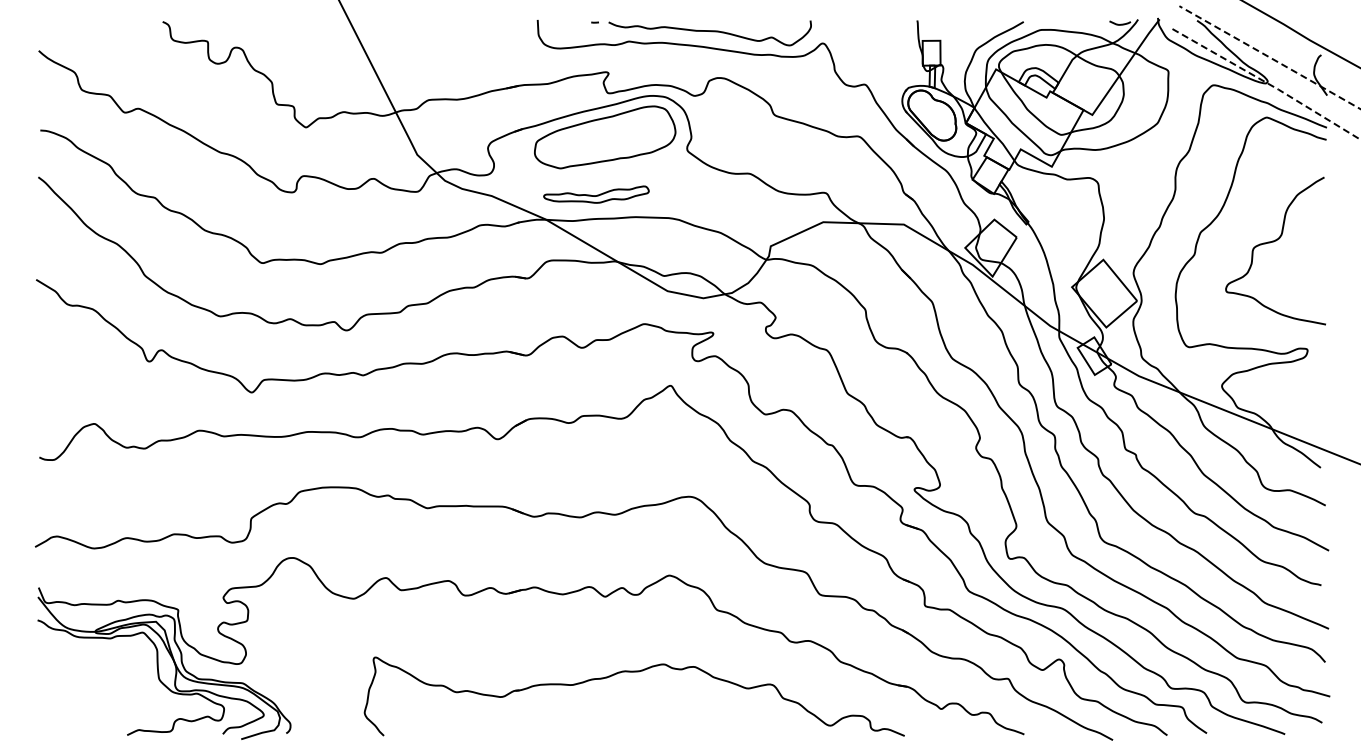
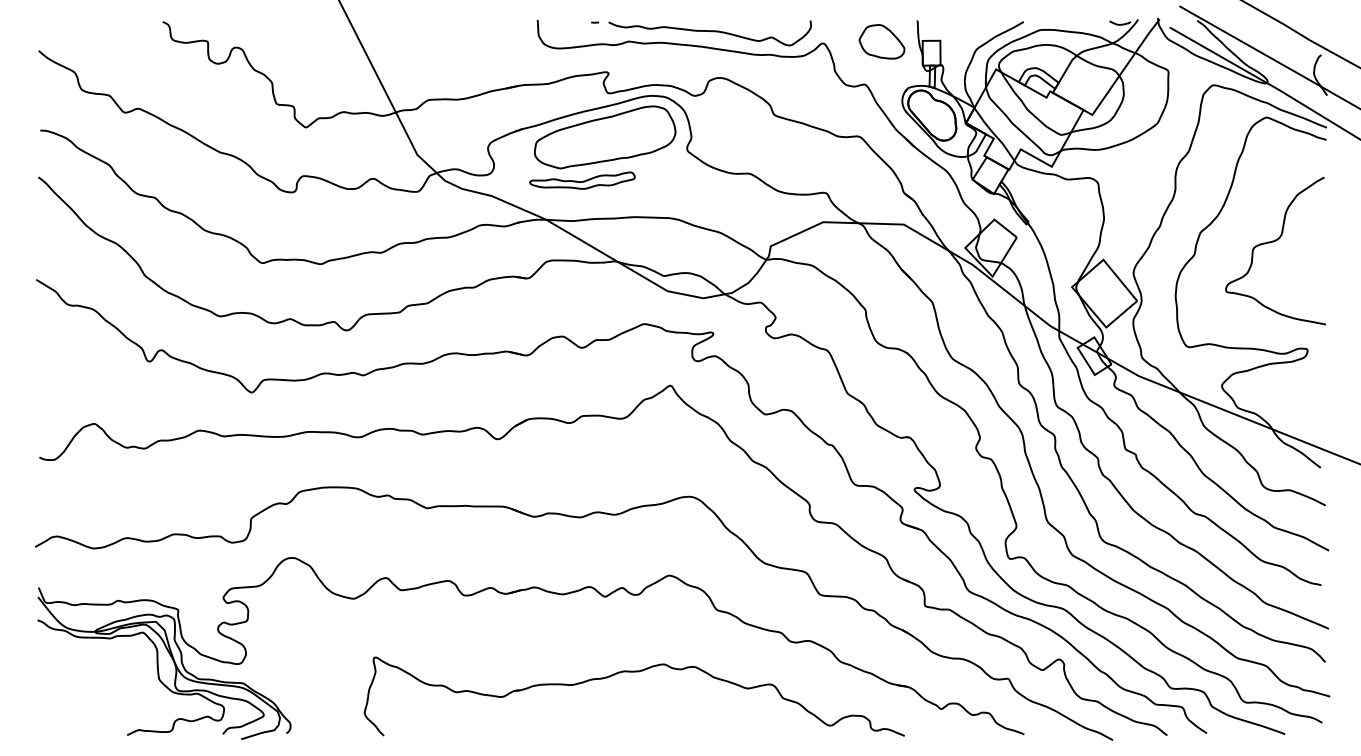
part at (881, 41): none -> present
line at (1270, 57): dashed -> solid
line at (1265, 82): dashed -> solid
part at (596, 194) position: (596, 194) -> (582, 180)
